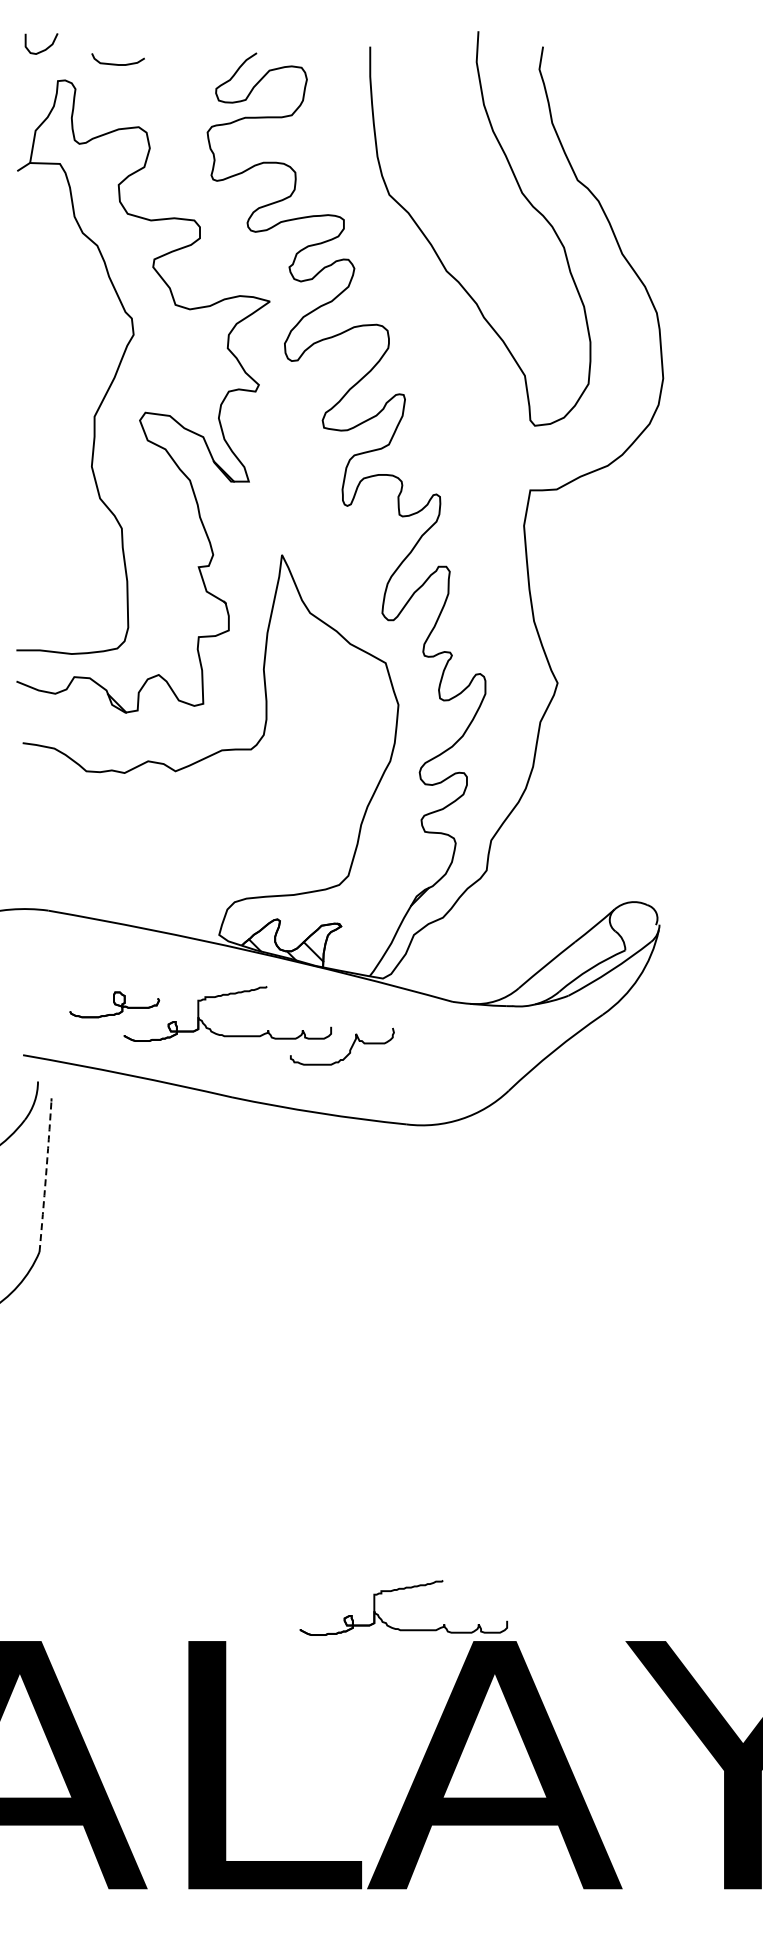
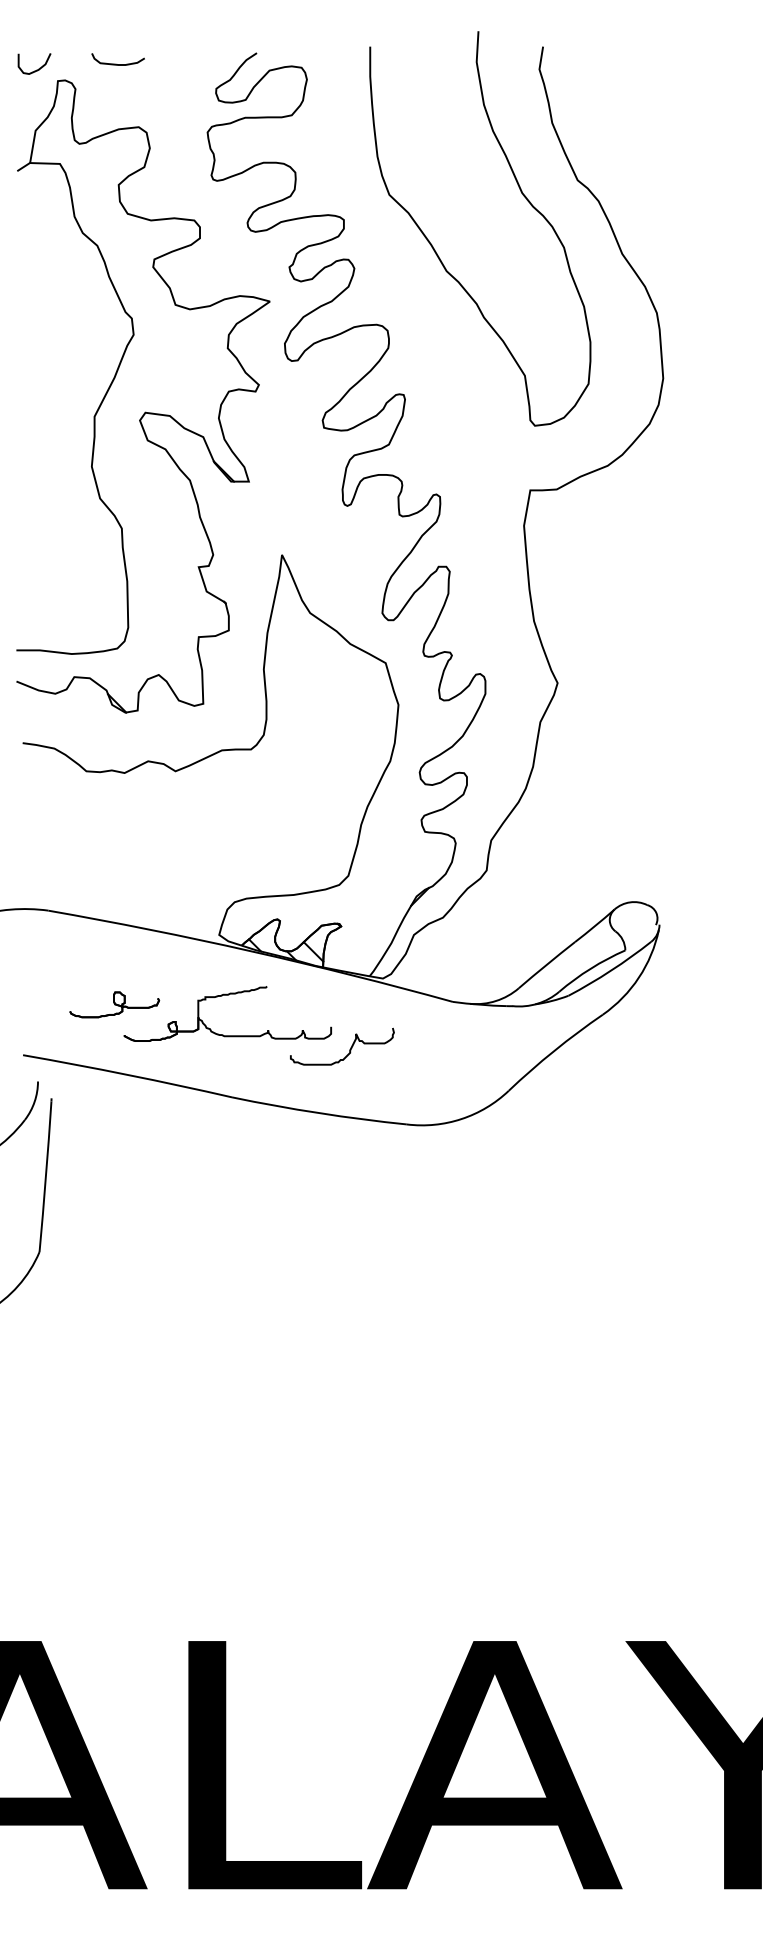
curve at (43, 49) position: (43, 49) -> (36, 69)
arc at (45, 1176): dashed -> solid
part at (398, 1590): present -> none
